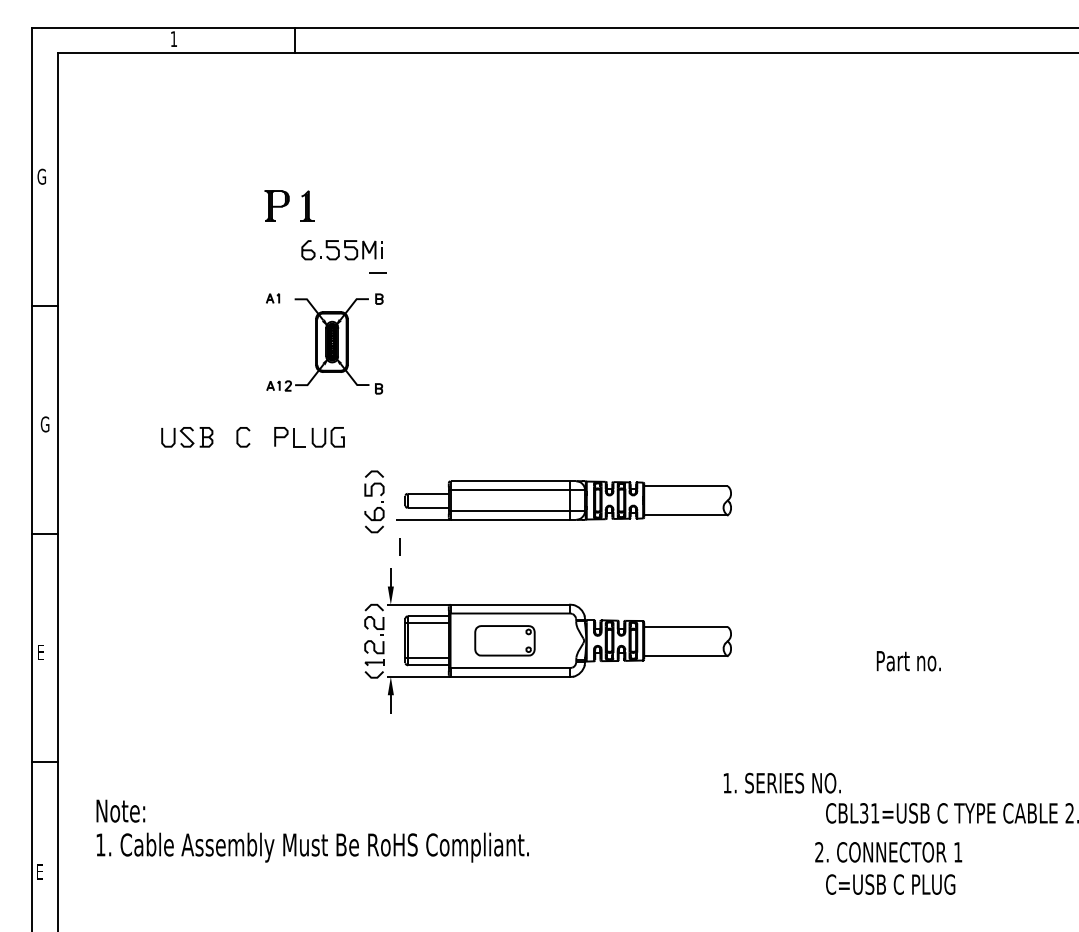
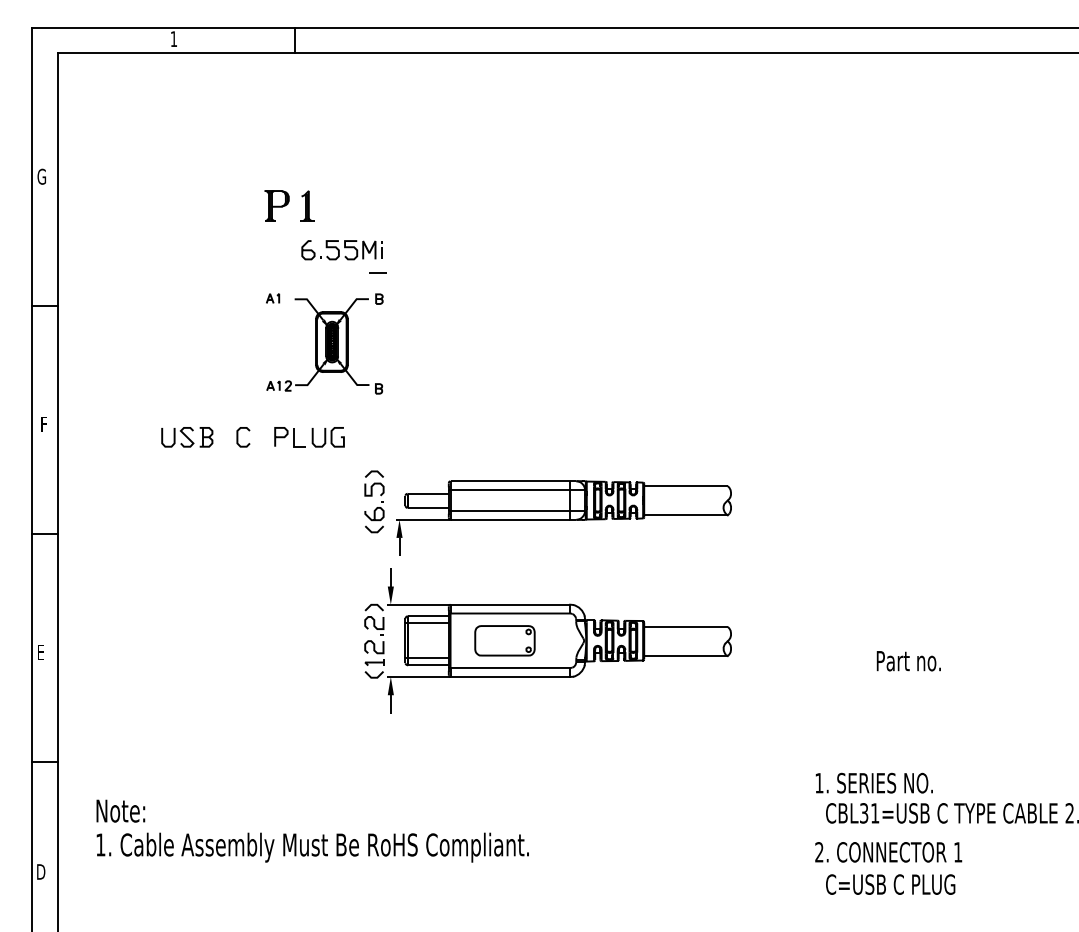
text at (44, 424): G -> F
fill at (399, 528): none -> present
text at (781, 782) position: (781, 782) -> (873, 782)
text at (41, 871): E -> D
